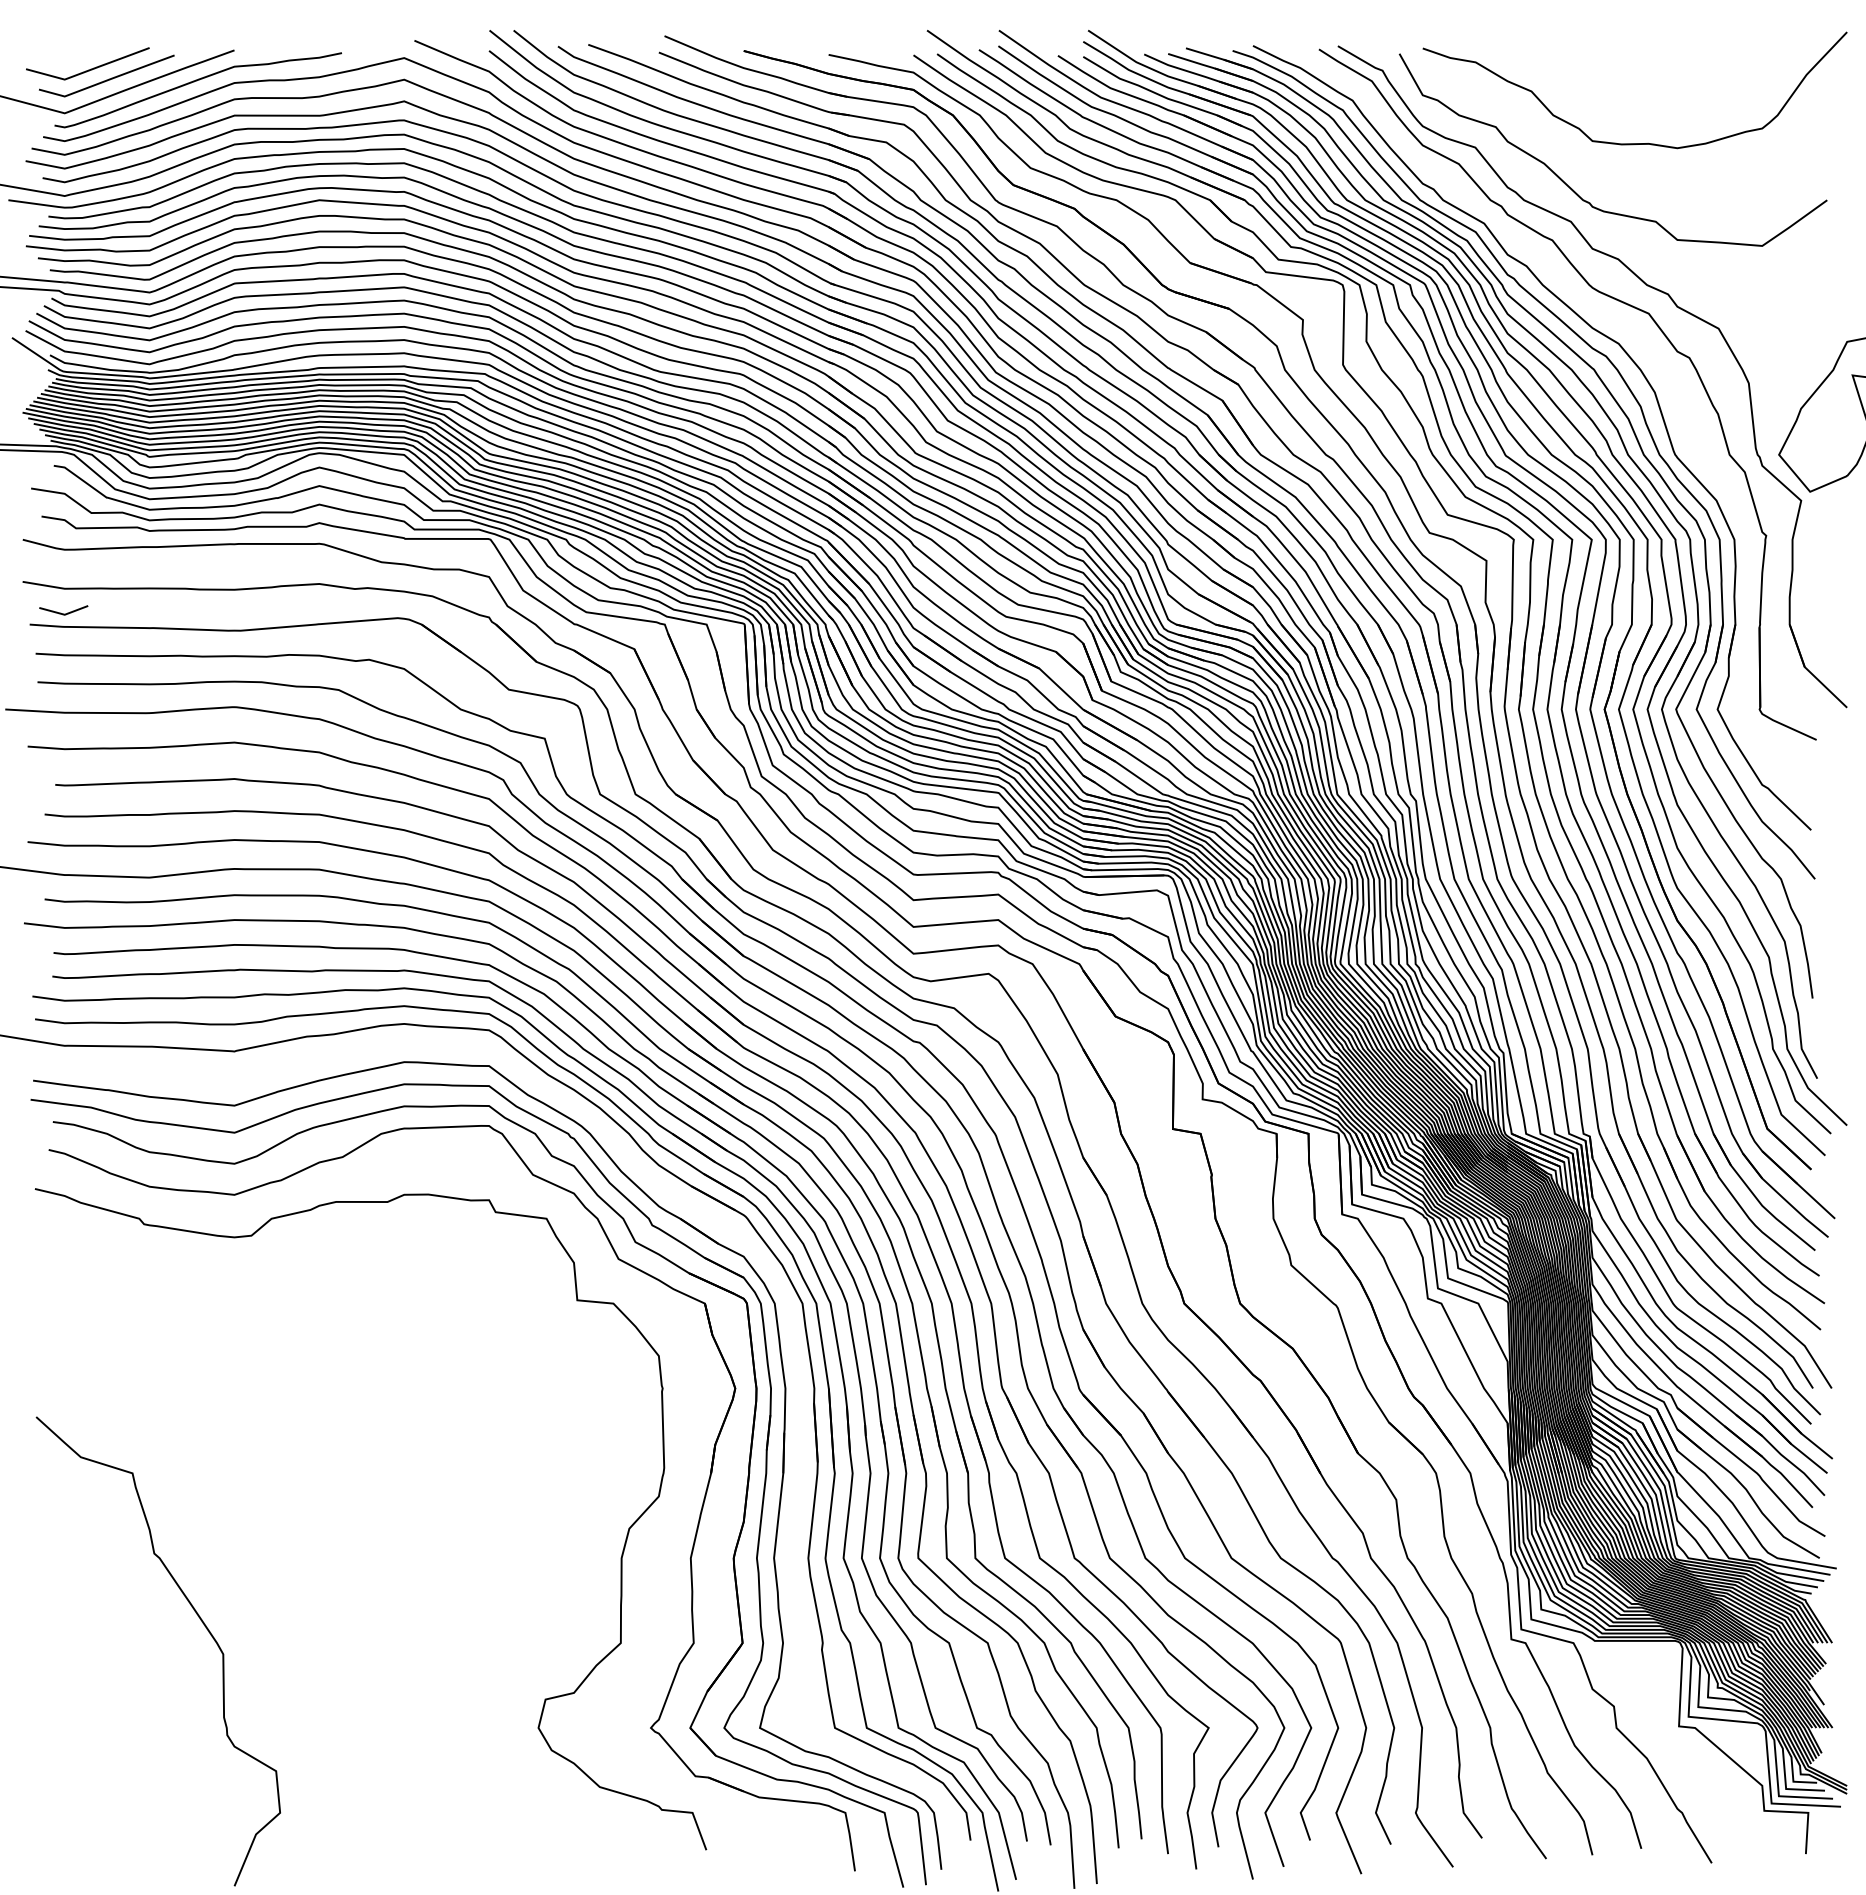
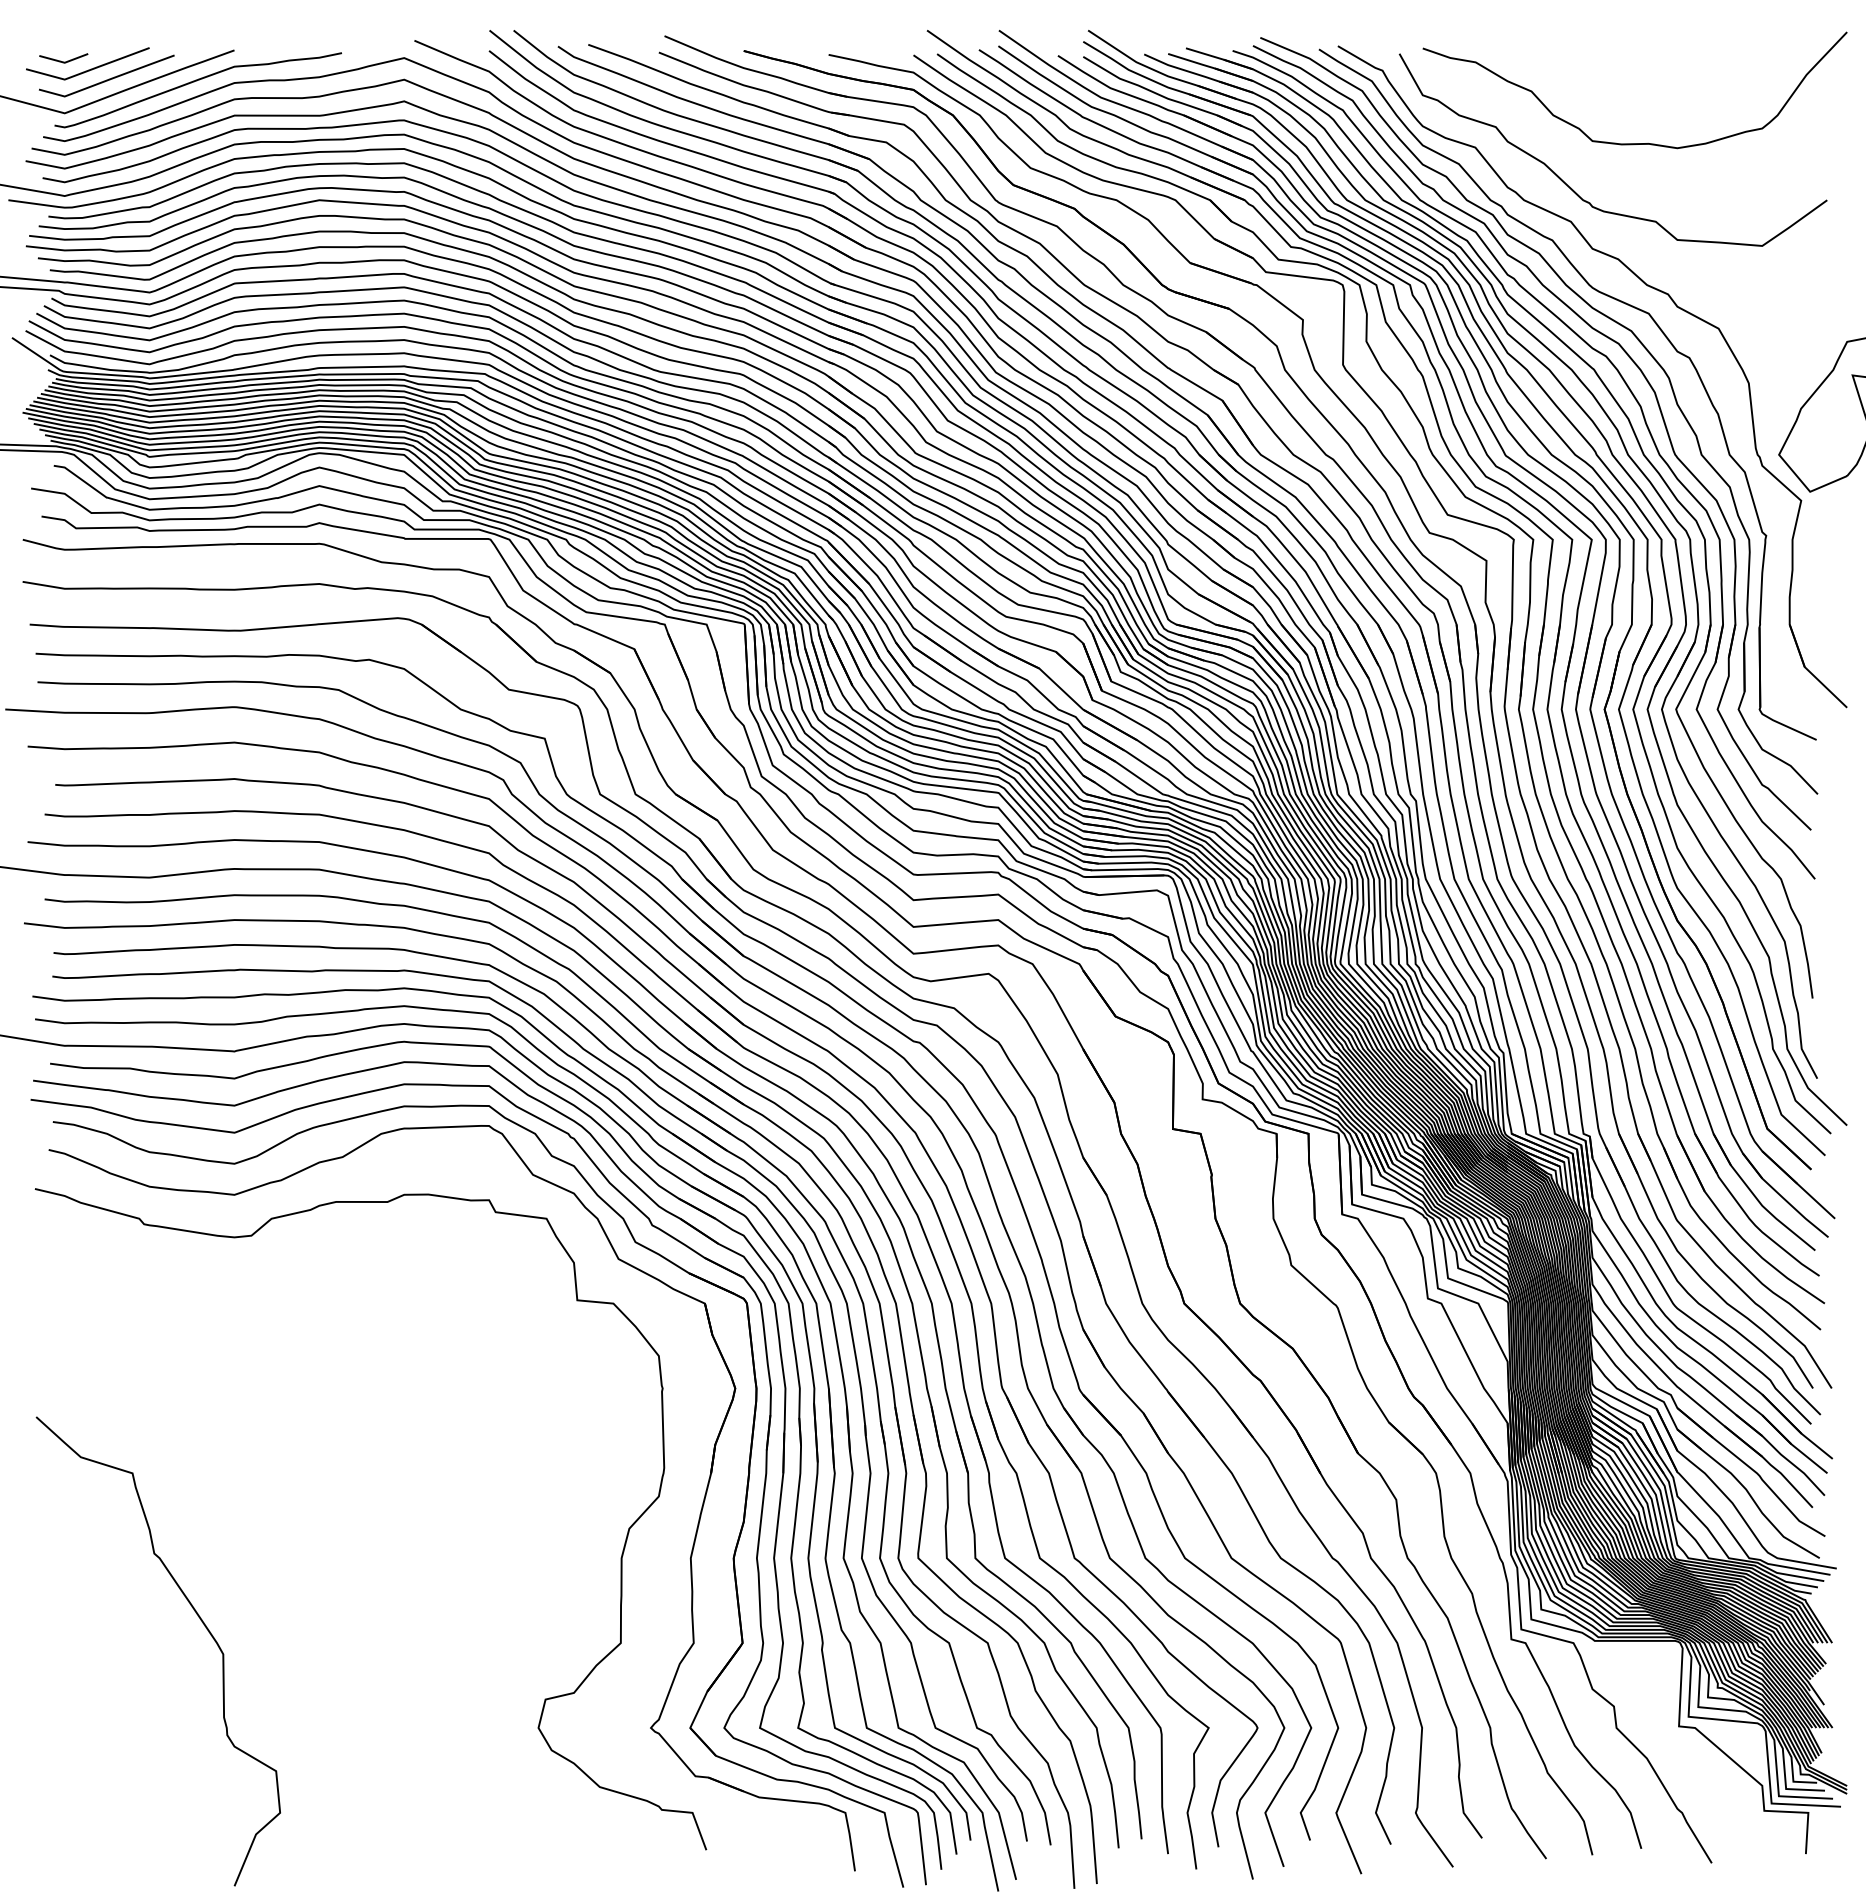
part at (1599, 313): none -> present
line at (63, 613) position: (63, 613) -> (63, 61)
part at (798, 1426): none -> present
